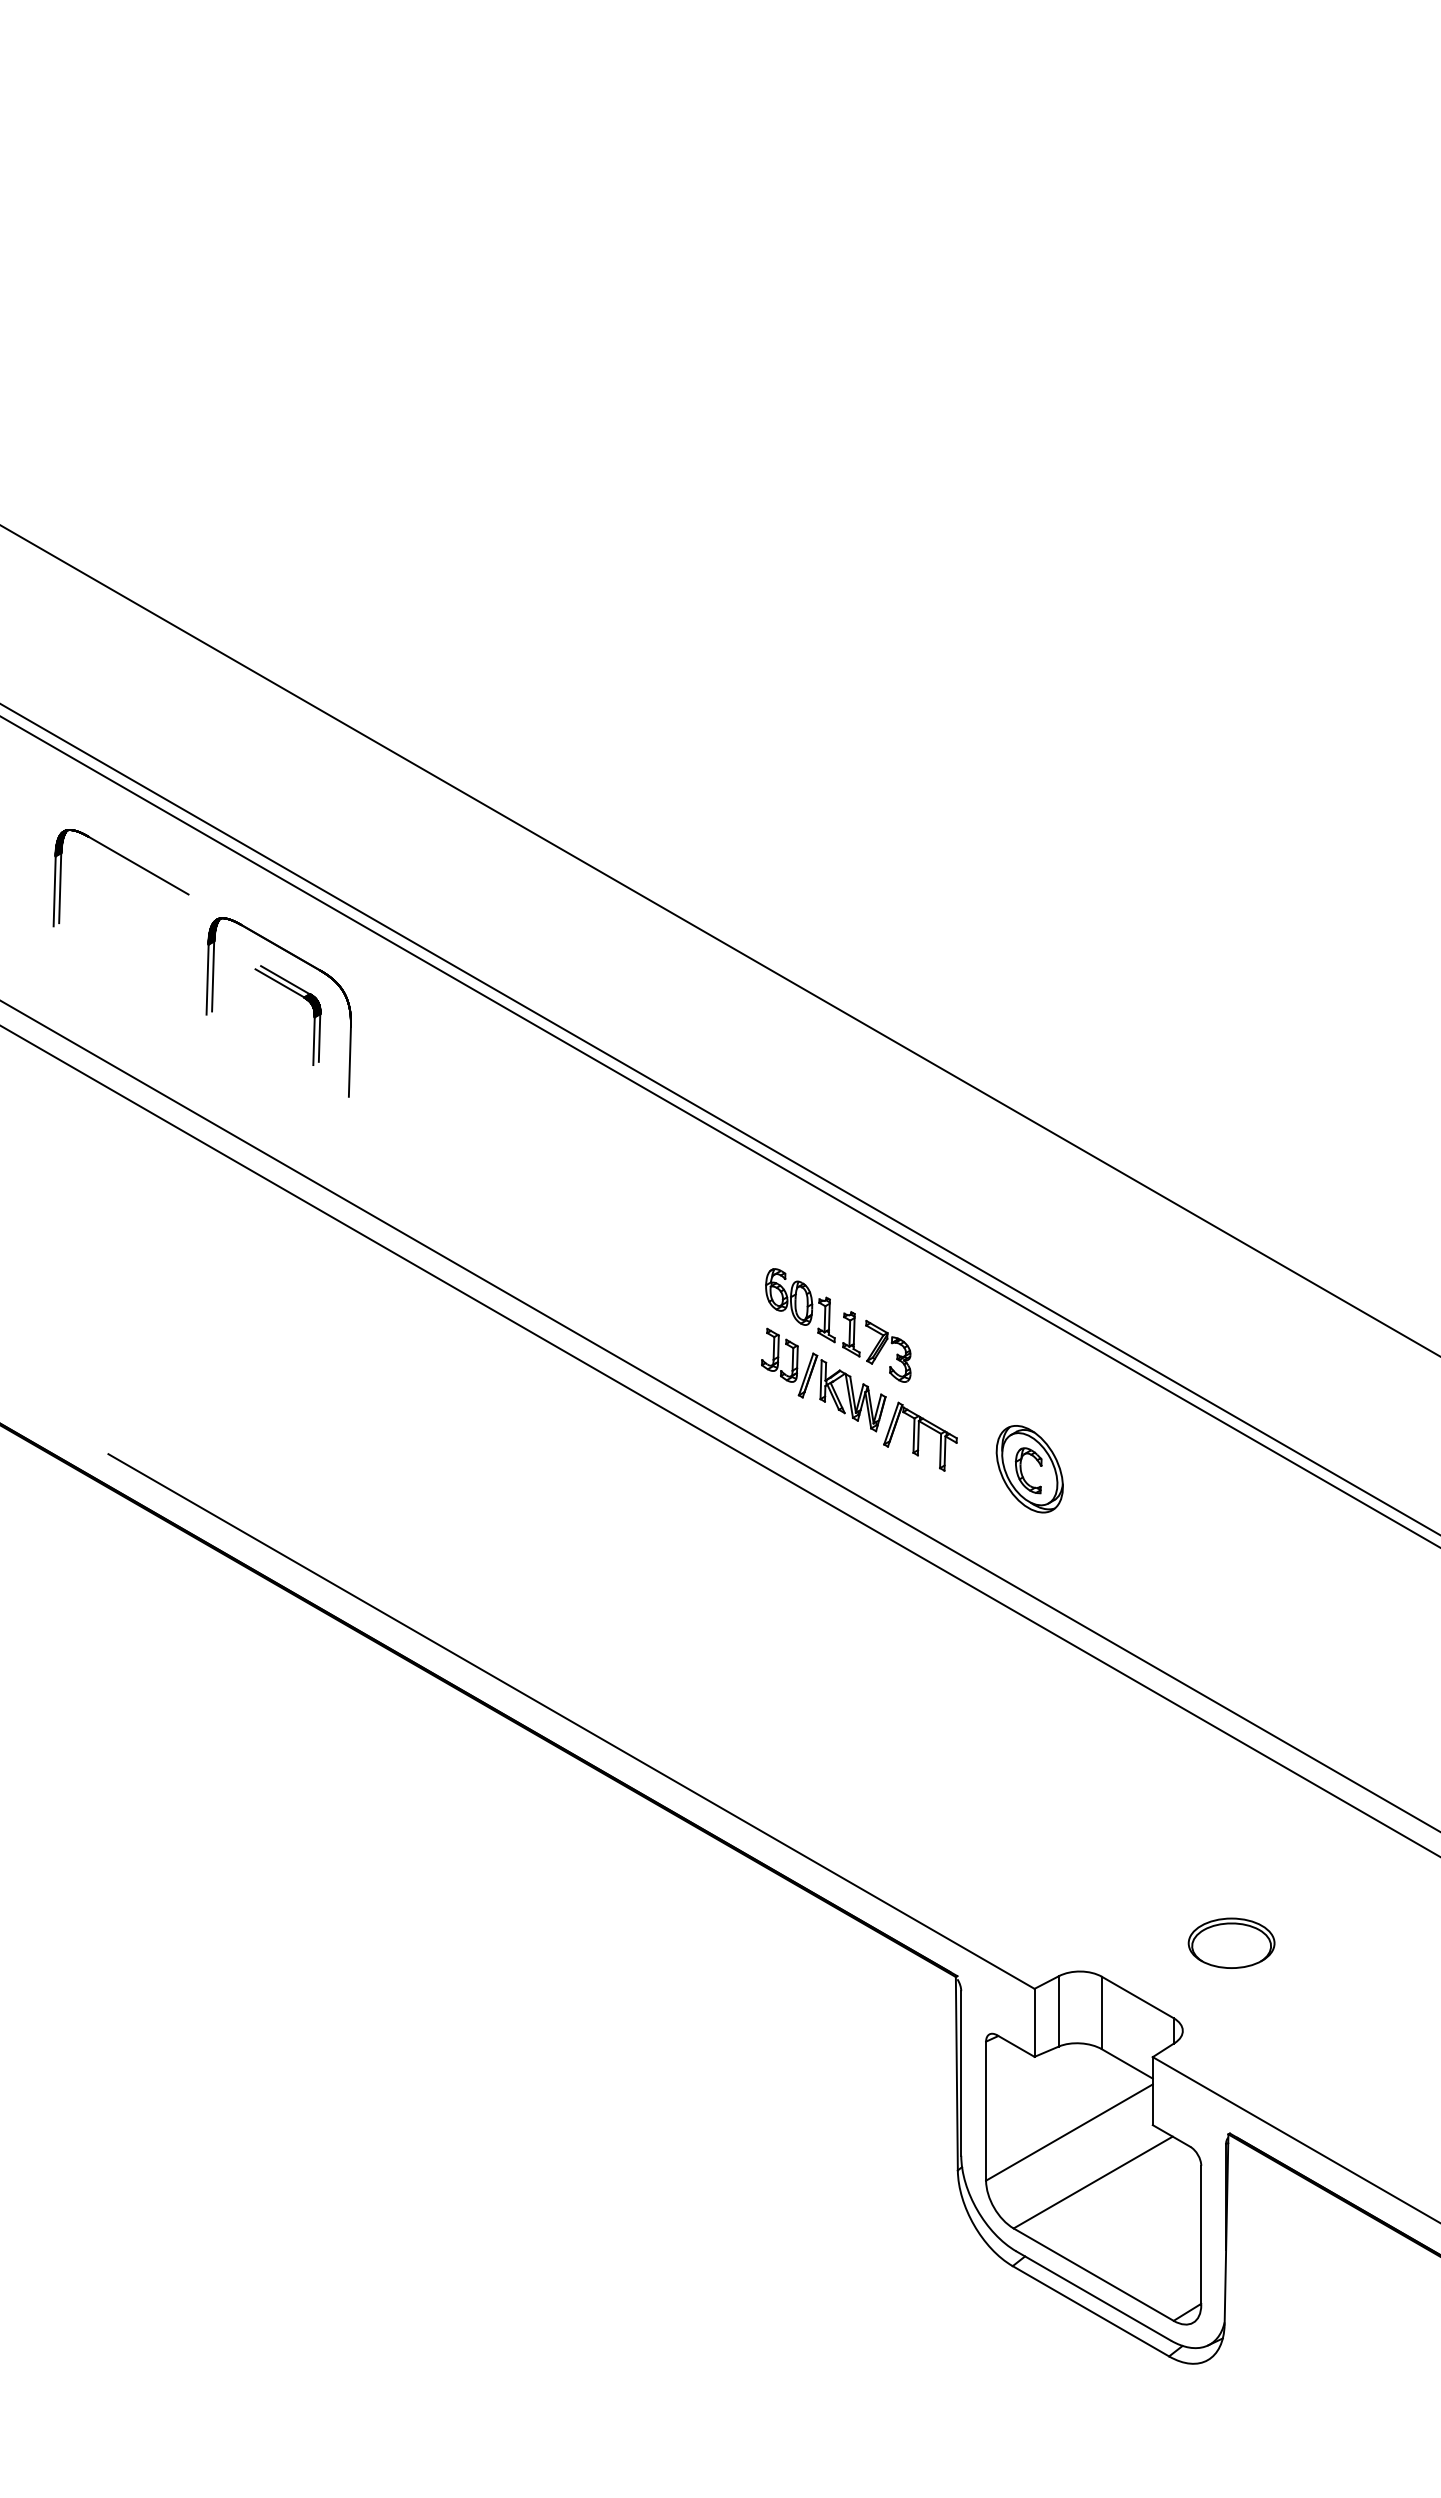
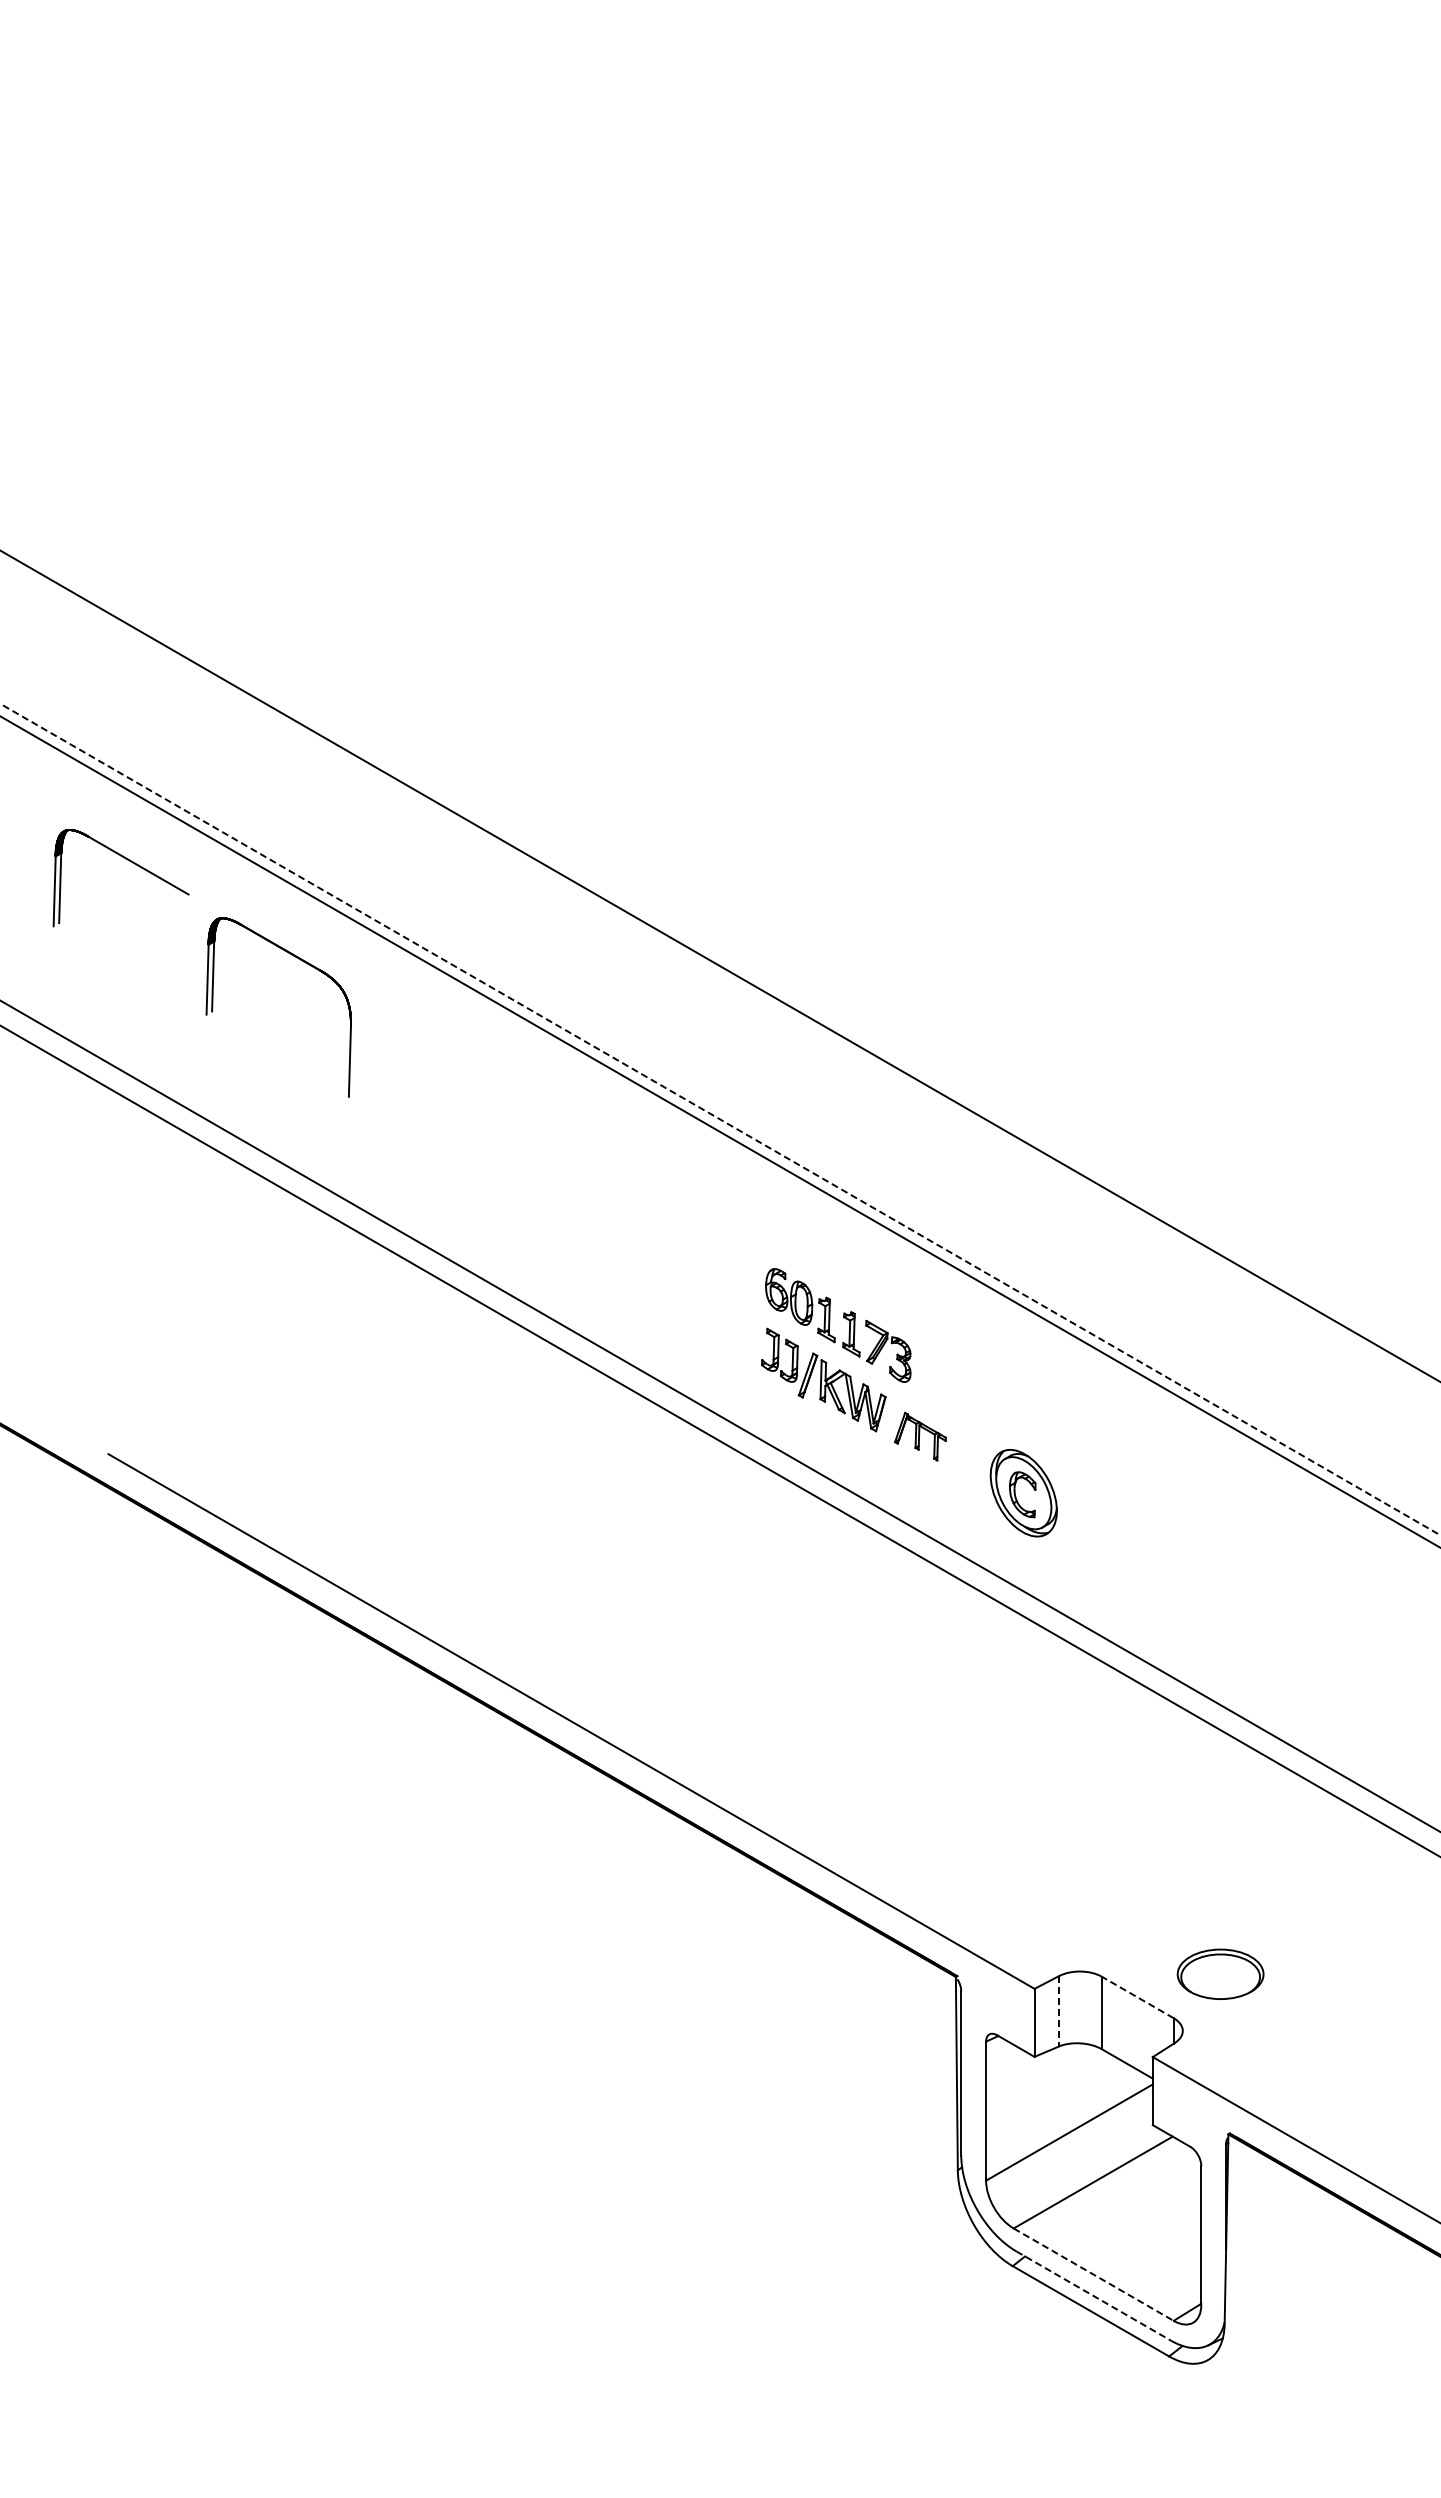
line at (719, 940) position: (719, 940) -> (719, 965)
part at (298, 995): present -> none
line at (720, 1119): solid -> dashed
part at (920, 1436) size: 75x71 px -> 53x51 px
part at (1029, 1469) position: (1029, 1469) -> (1023, 1493)
part at (1231, 1942) position: (1231, 1942) -> (1220, 1973)
line at (1137, 1997): solid -> dashed
line at (1059, 2011): solid -> dashed
line at (1094, 2274): solid -> dashed
line at (1094, 2296): solid -> dashed
